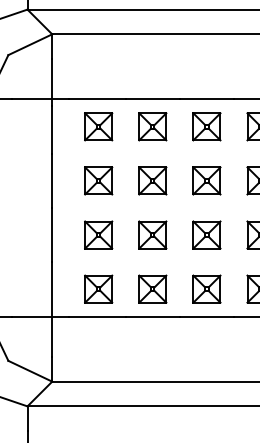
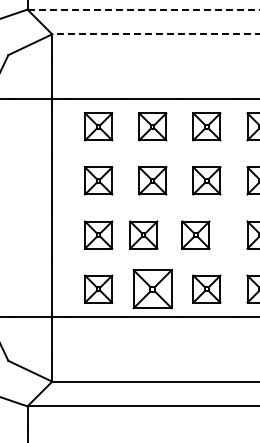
line at (143, 9): solid -> dashed
line at (155, 34): solid -> dashed
part at (152, 234) position: (152, 234) -> (143, 234)
part at (206, 234) position: (206, 234) -> (195, 234)
part at (152, 288) size: 30x30 px -> 41x41 px
